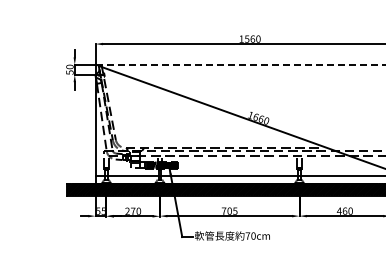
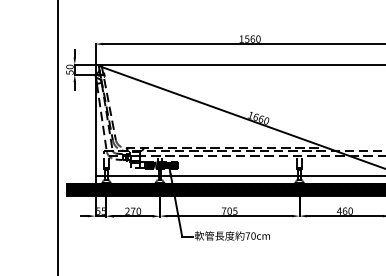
line at (240, 64): dashed -> solid
line at (57, 137): none -> present
